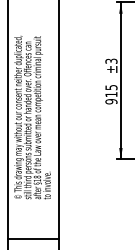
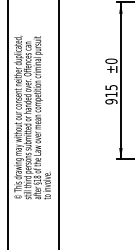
text at (111, 60): ±3 -> ±0
line at (33, 238): present -> none
